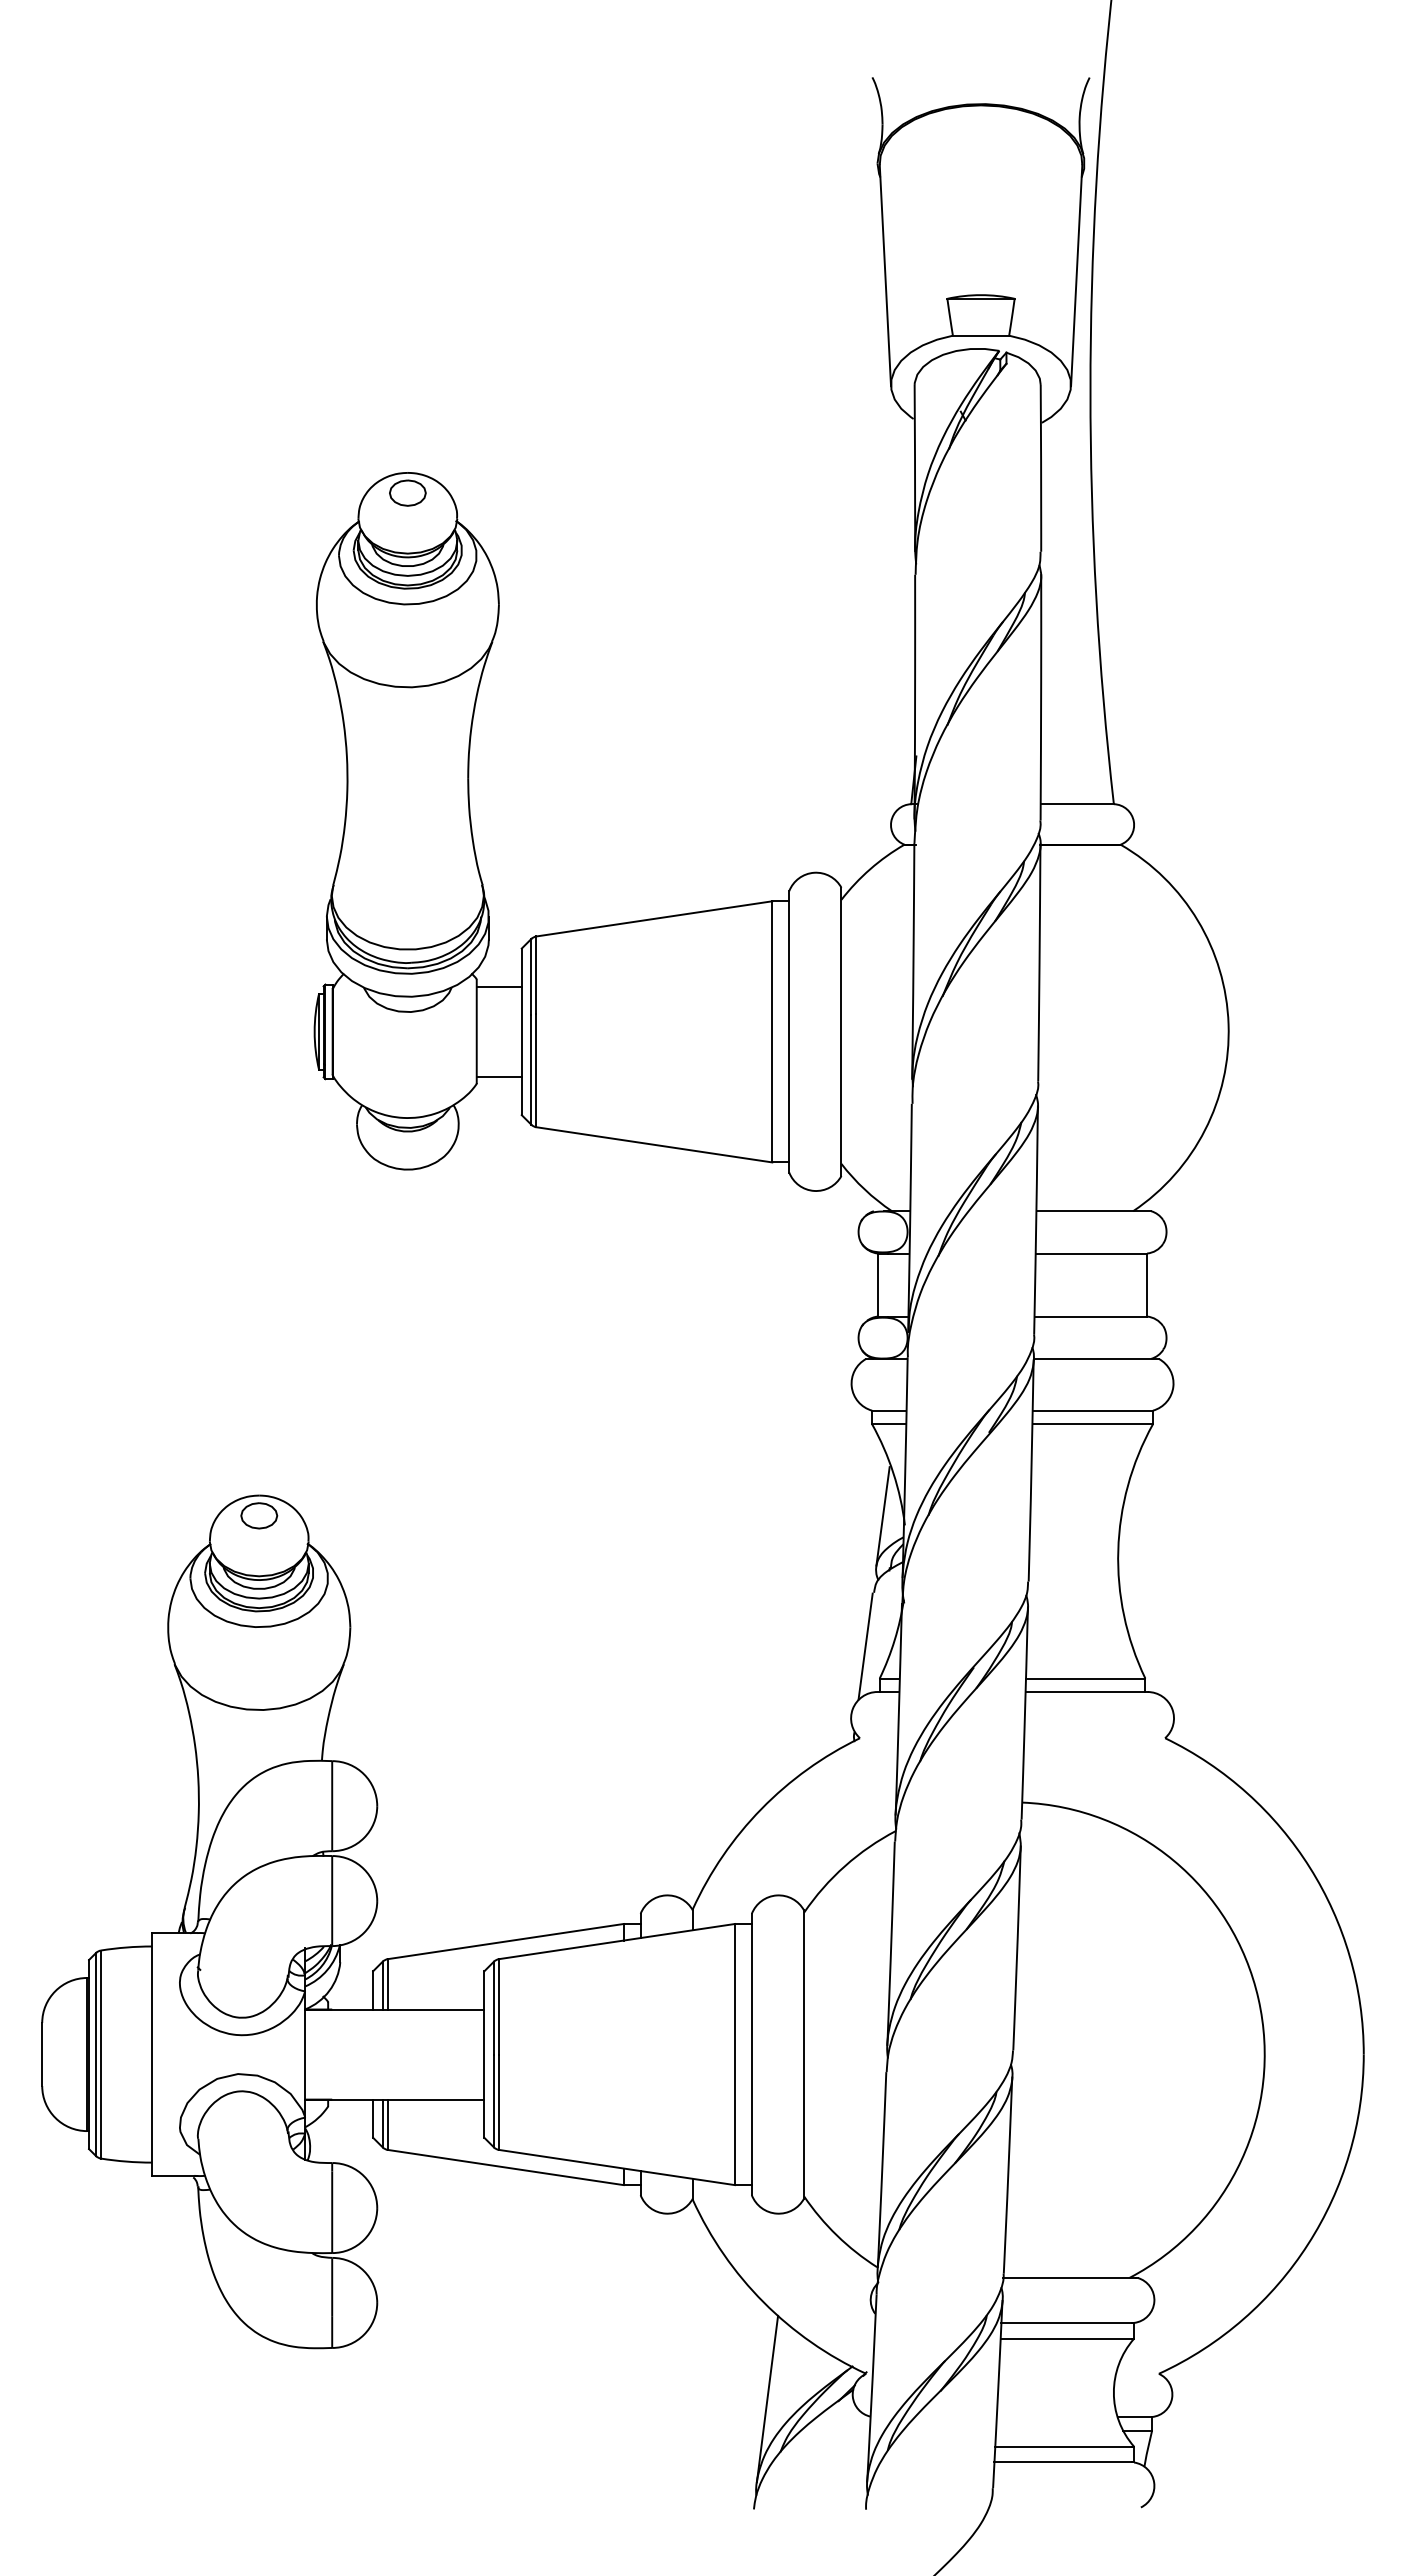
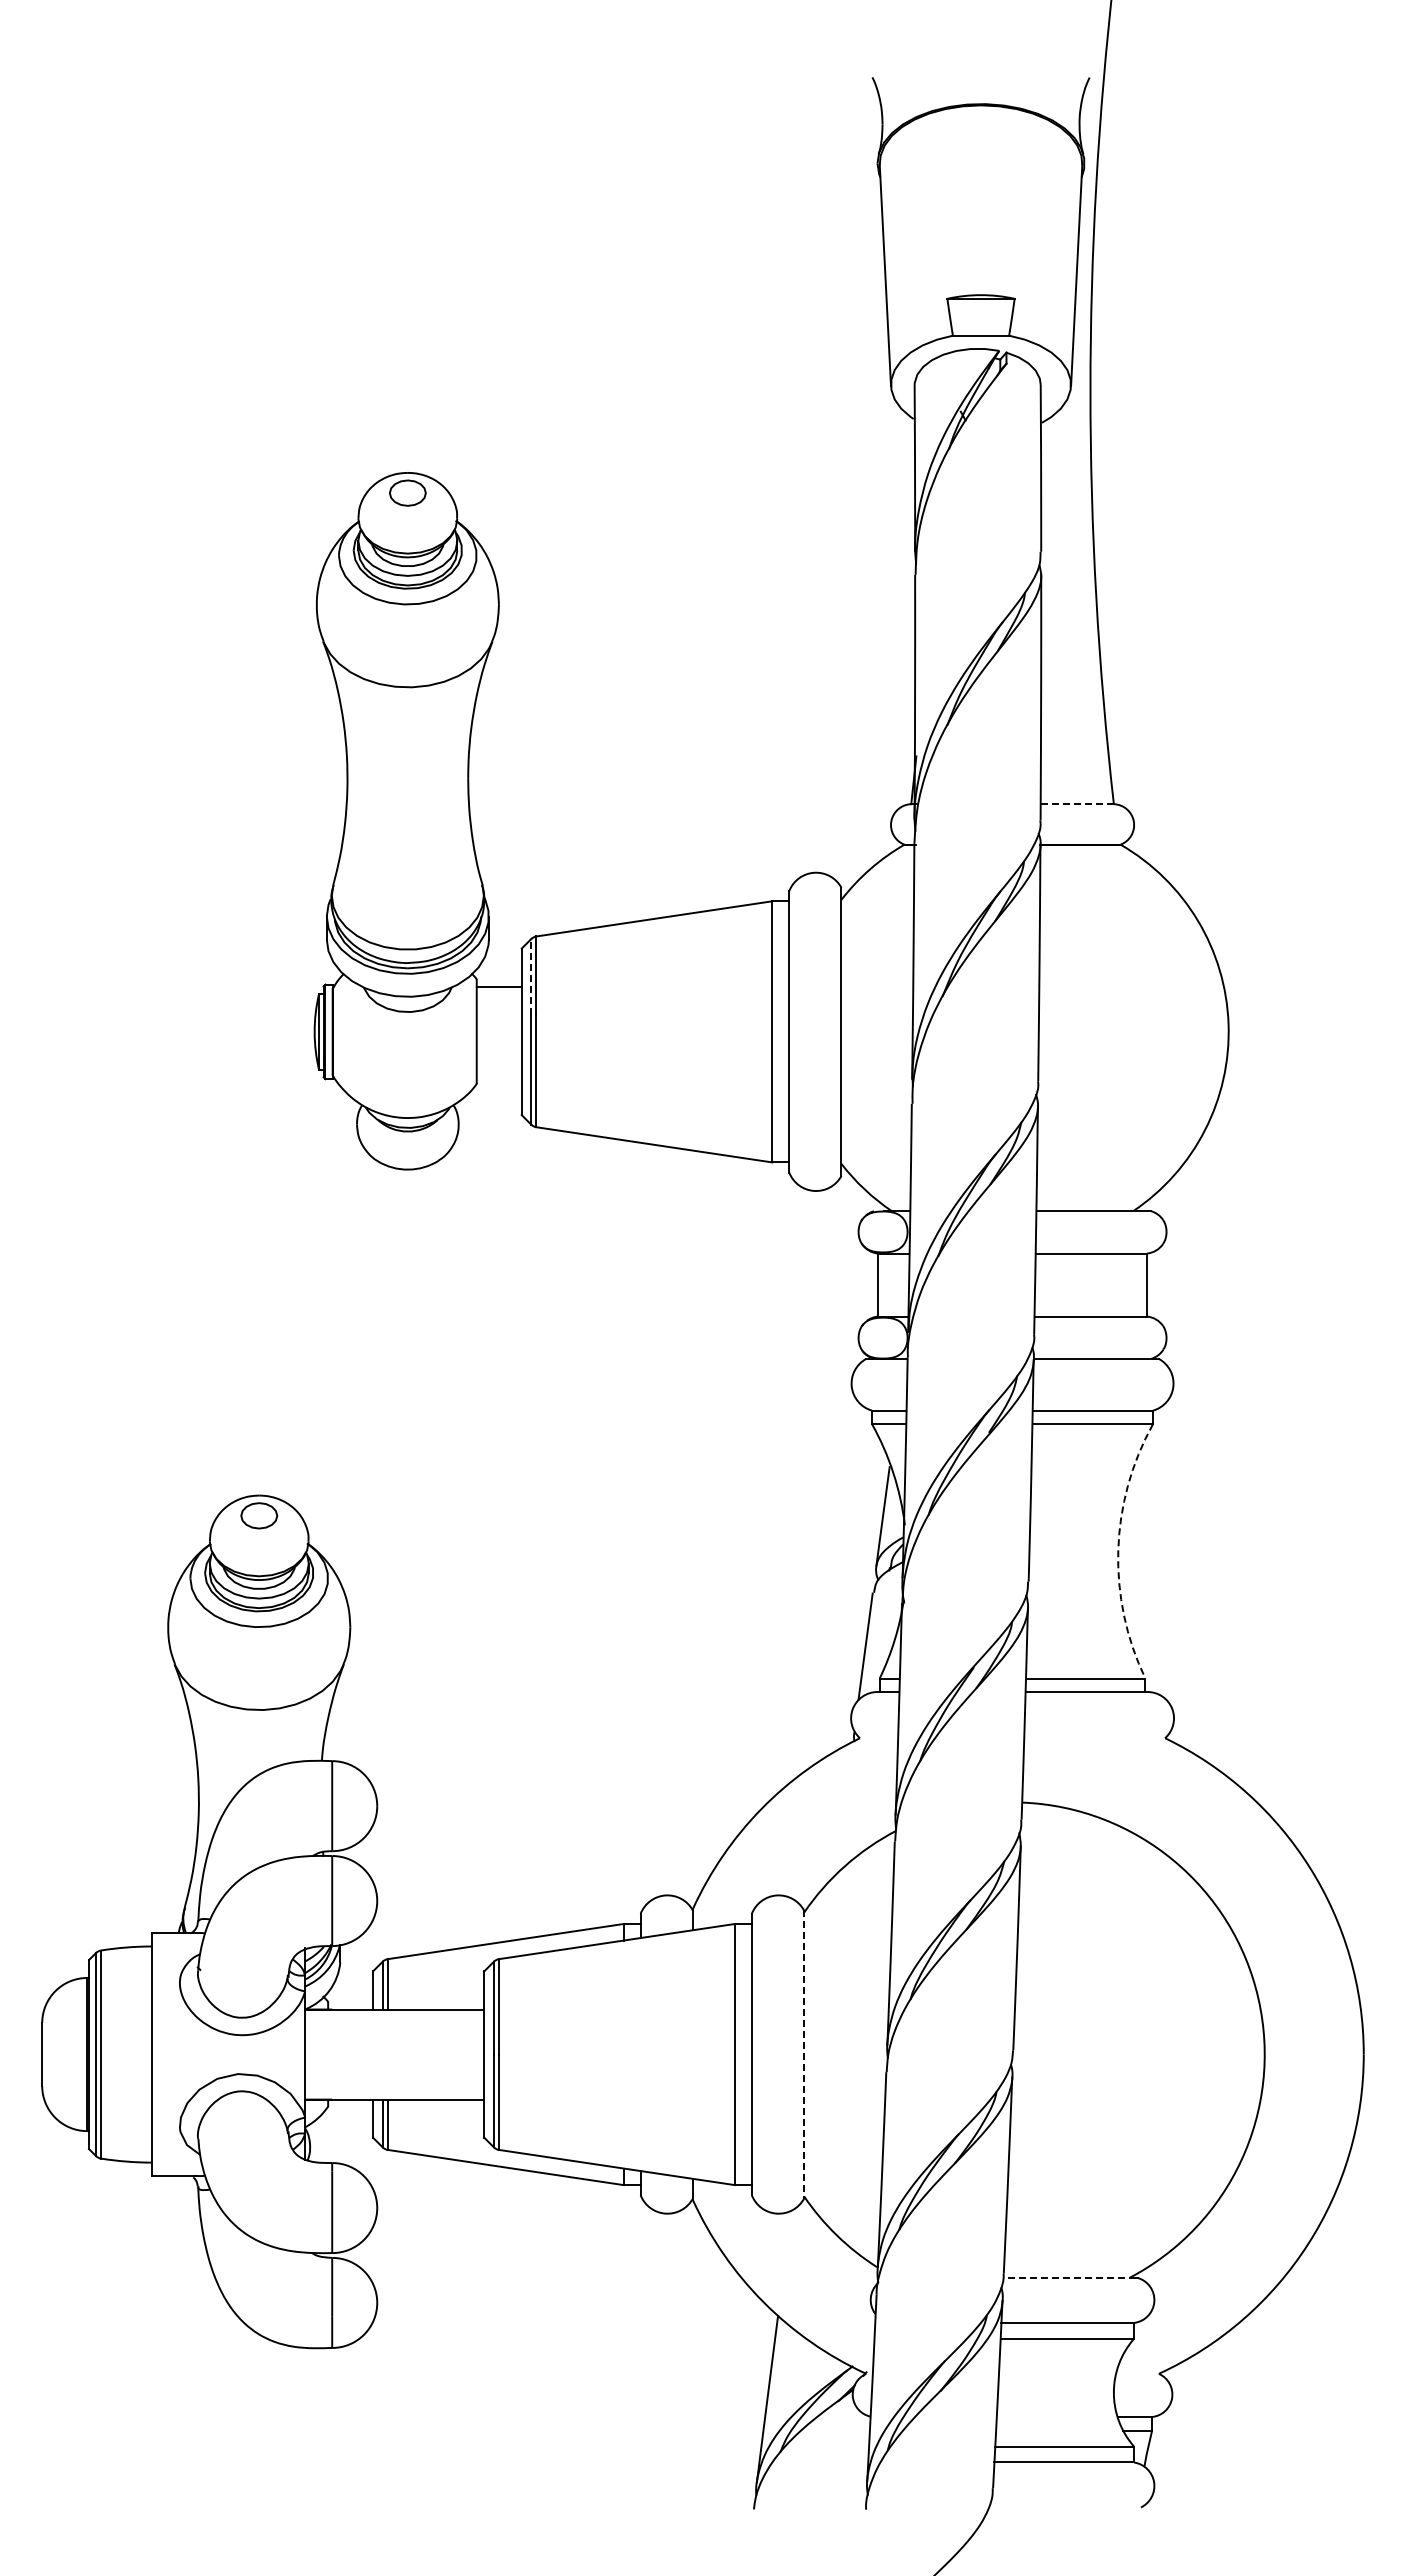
line at (1076, 804): solid -> dashed
line at (531, 976): solid -> dashed
line at (498, 1076): present -> none
arc at (1118, 1550): solid -> dashed
line at (804, 2055): solid -> dashed
line at (1068, 2277): solid -> dashed
